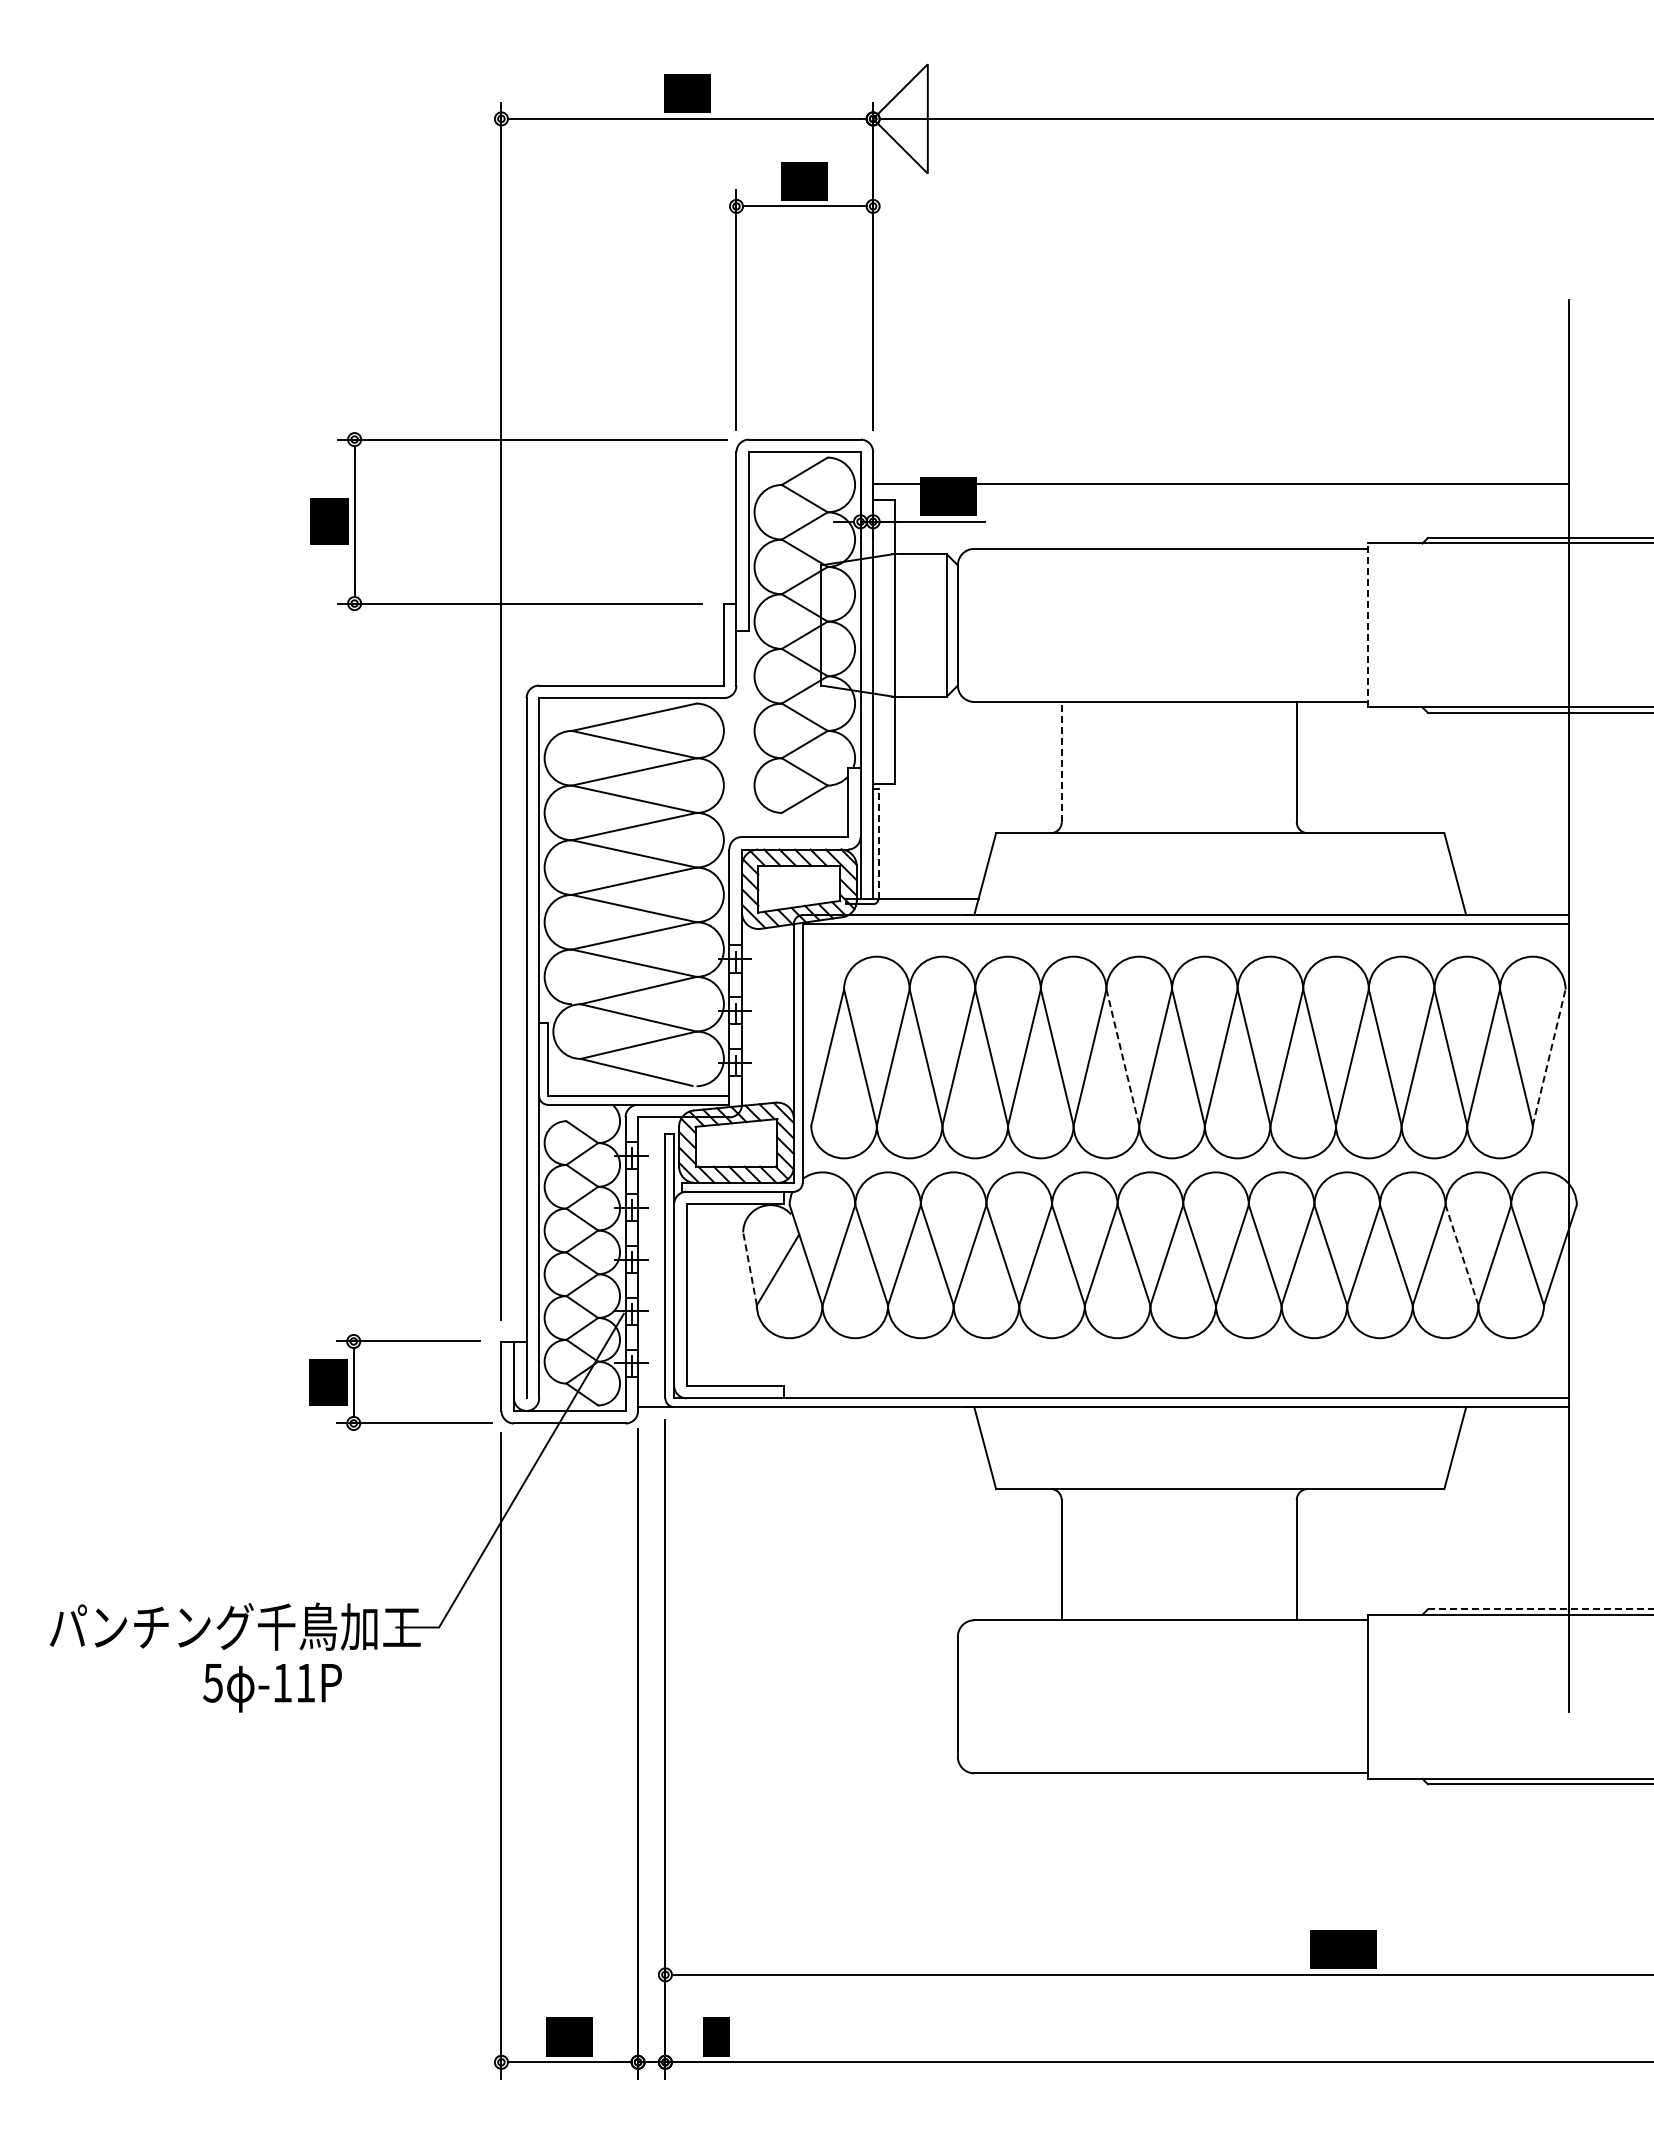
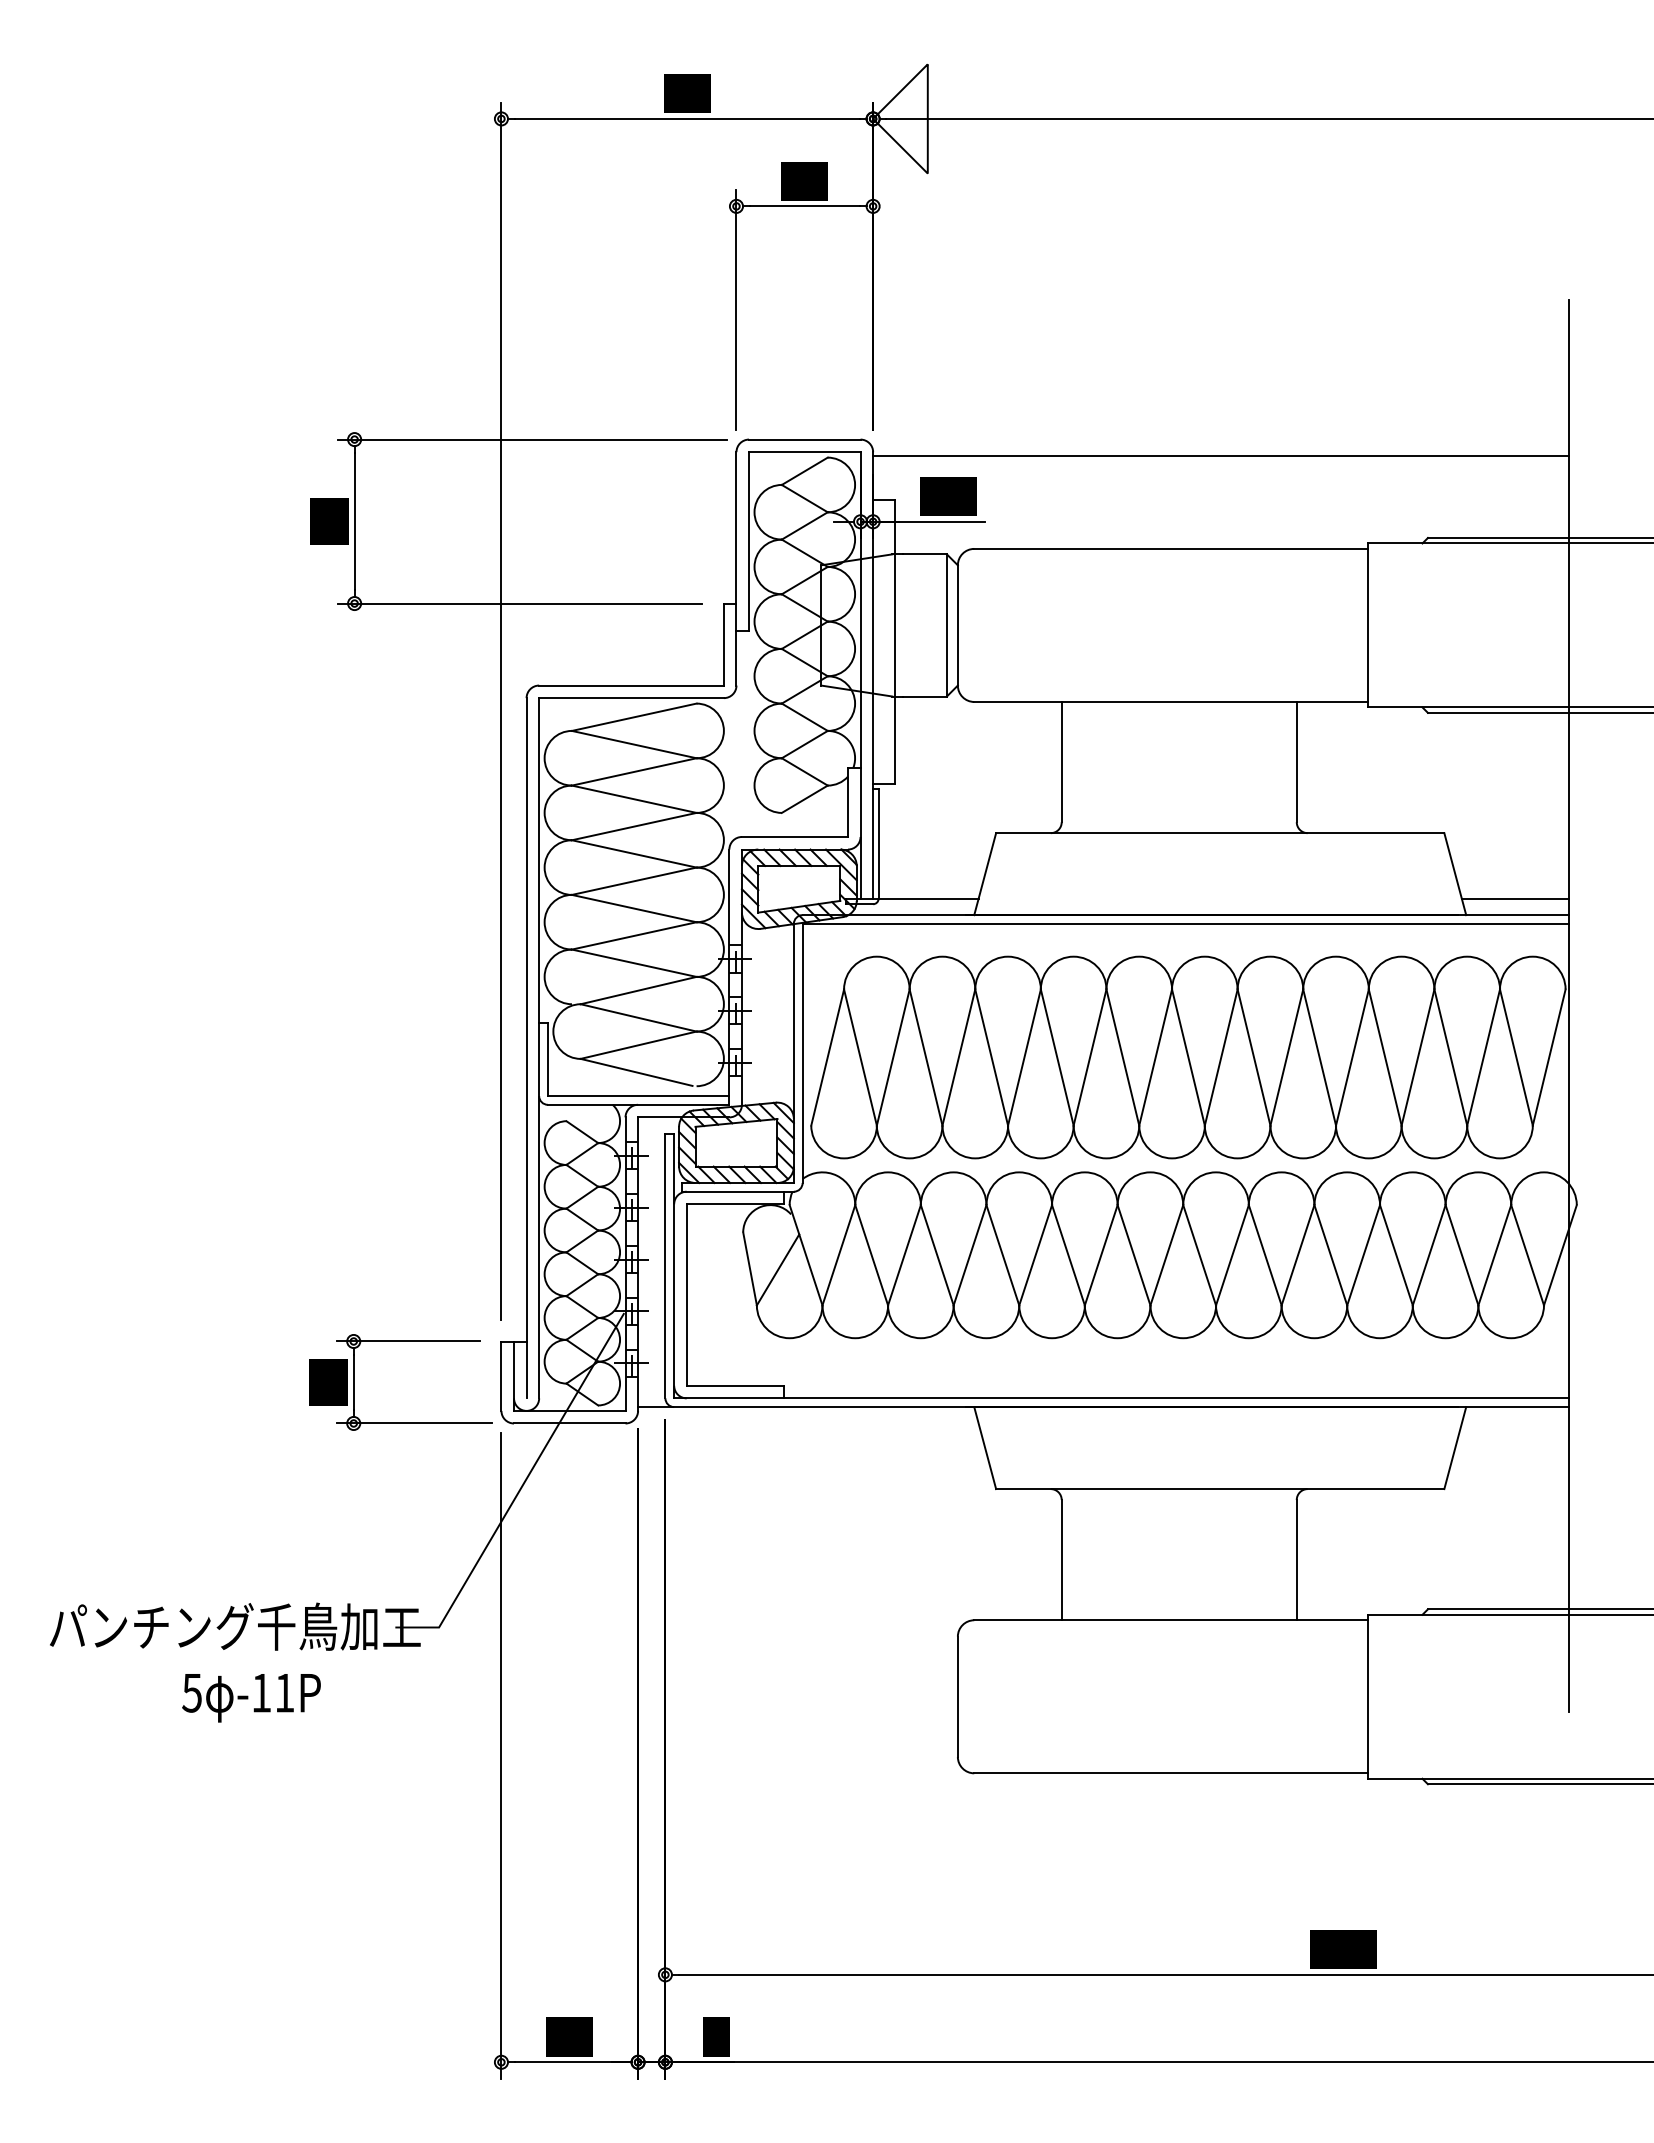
line at (1221, 484) position: (1221, 484) -> (1221, 456)
line at (1367, 625): dashed -> solid
line at (1061, 761): dashed -> solid
line at (878, 844): dashed -> solid
line at (1515, 898): none -> present
line at (1549, 1057): dashed -> solid
line at (1122, 1058): dashed -> solid
line at (1462, 1255): dashed -> solid
line at (749, 1268): dashed -> solid
line at (1540, 1609): dashed -> solid
text at (272, 1688) position: (272, 1688) -> (251, 1698)
